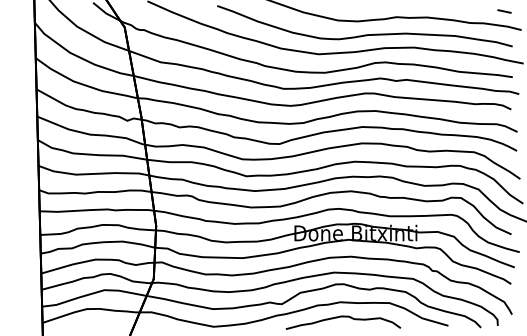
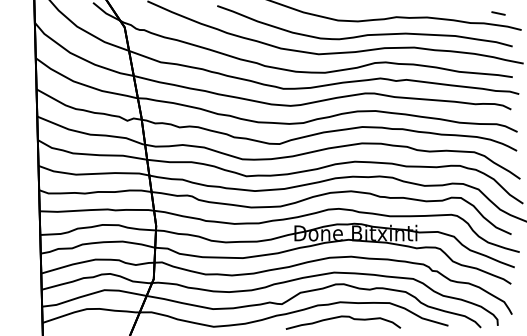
line at (504, 11) position: (504, 11) -> (498, 13)
